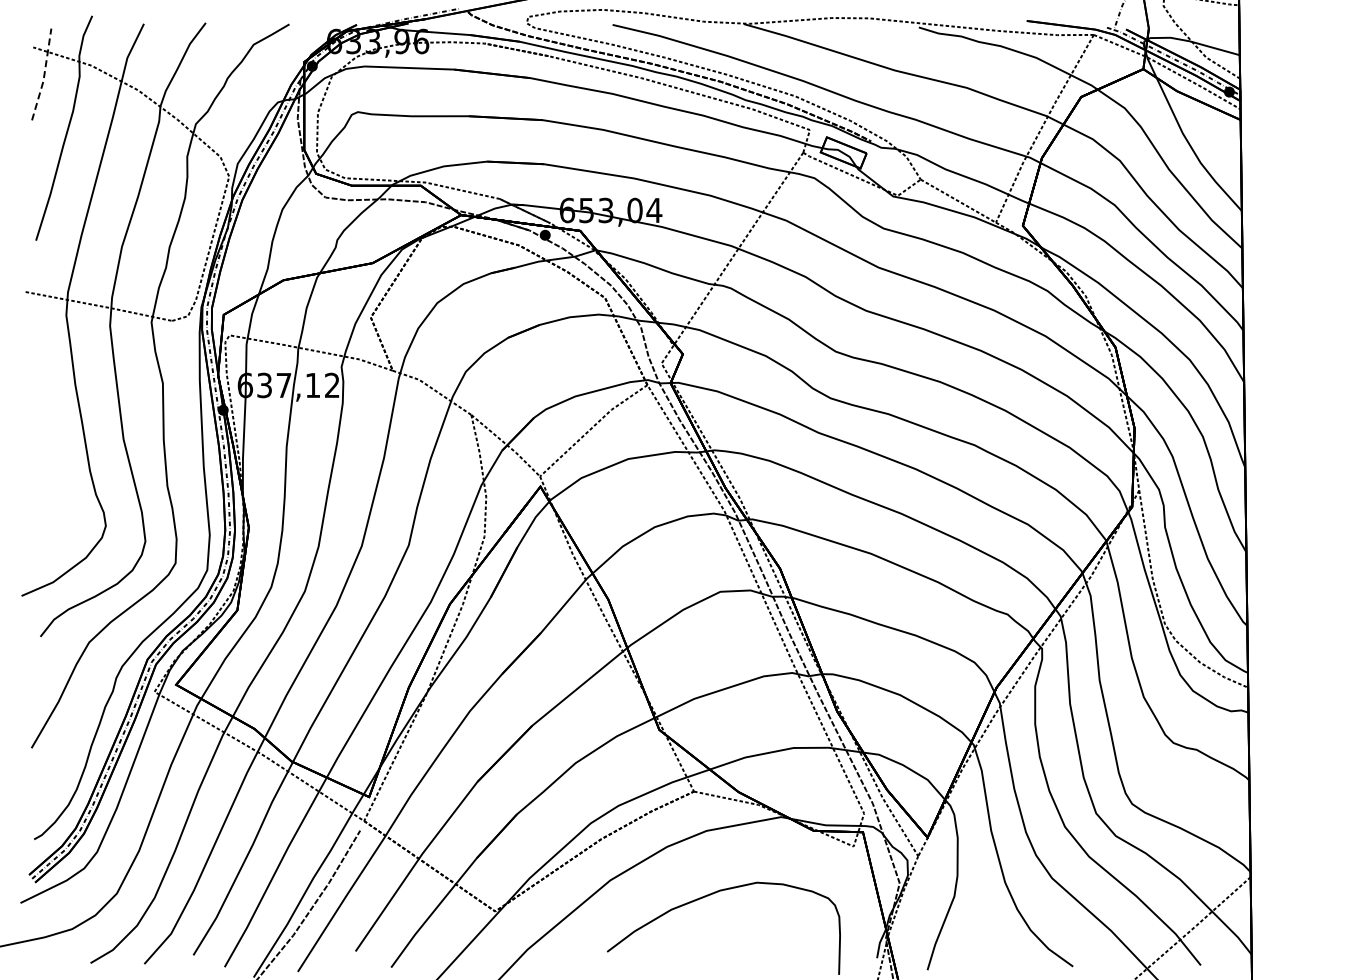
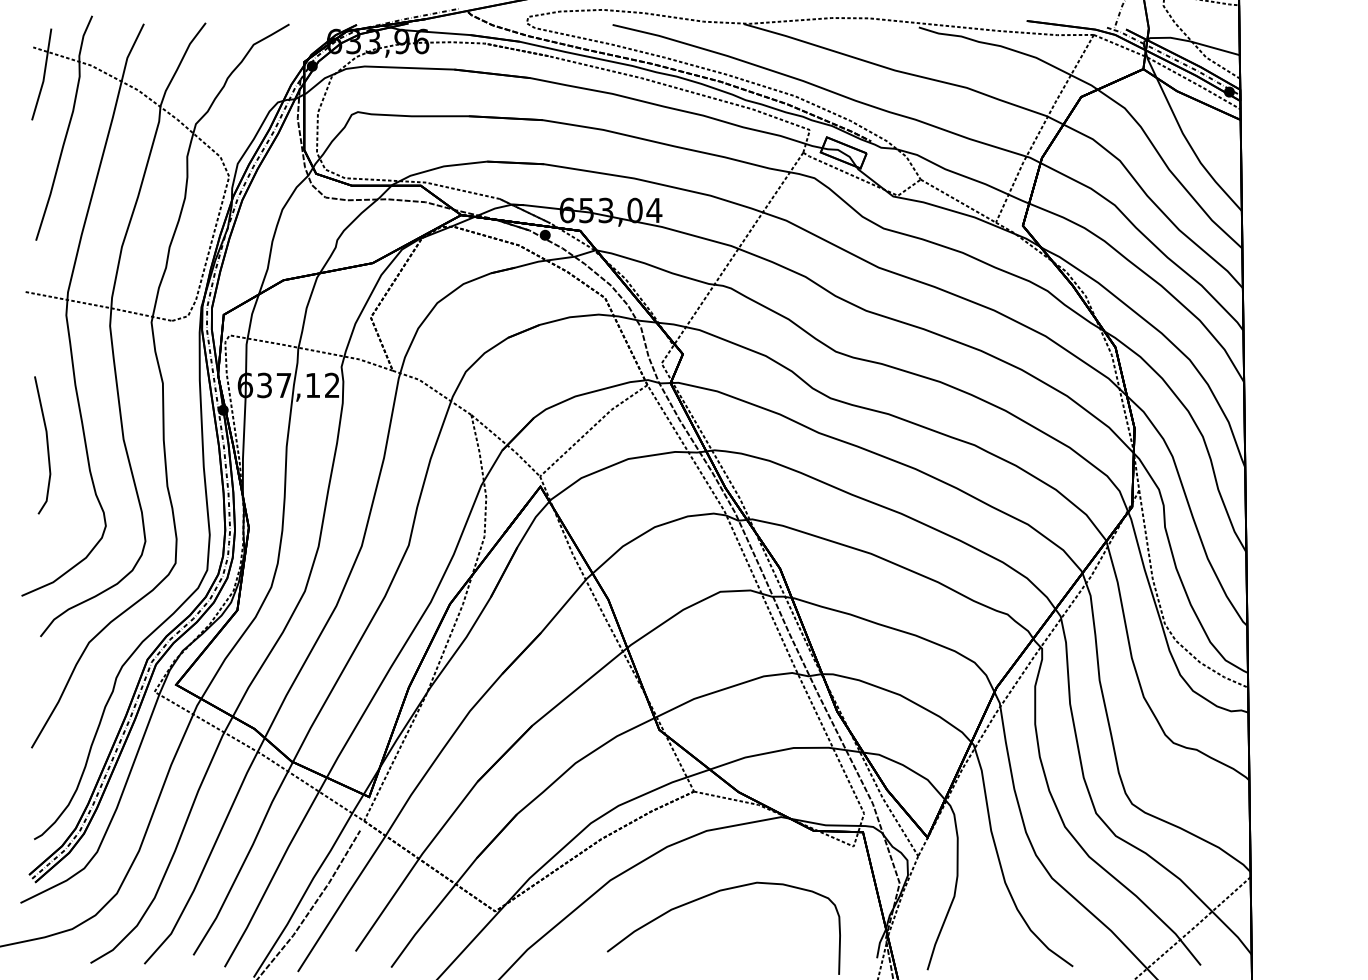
line at (44, 75): dashed -> solid
line at (46, 445): none -> present
